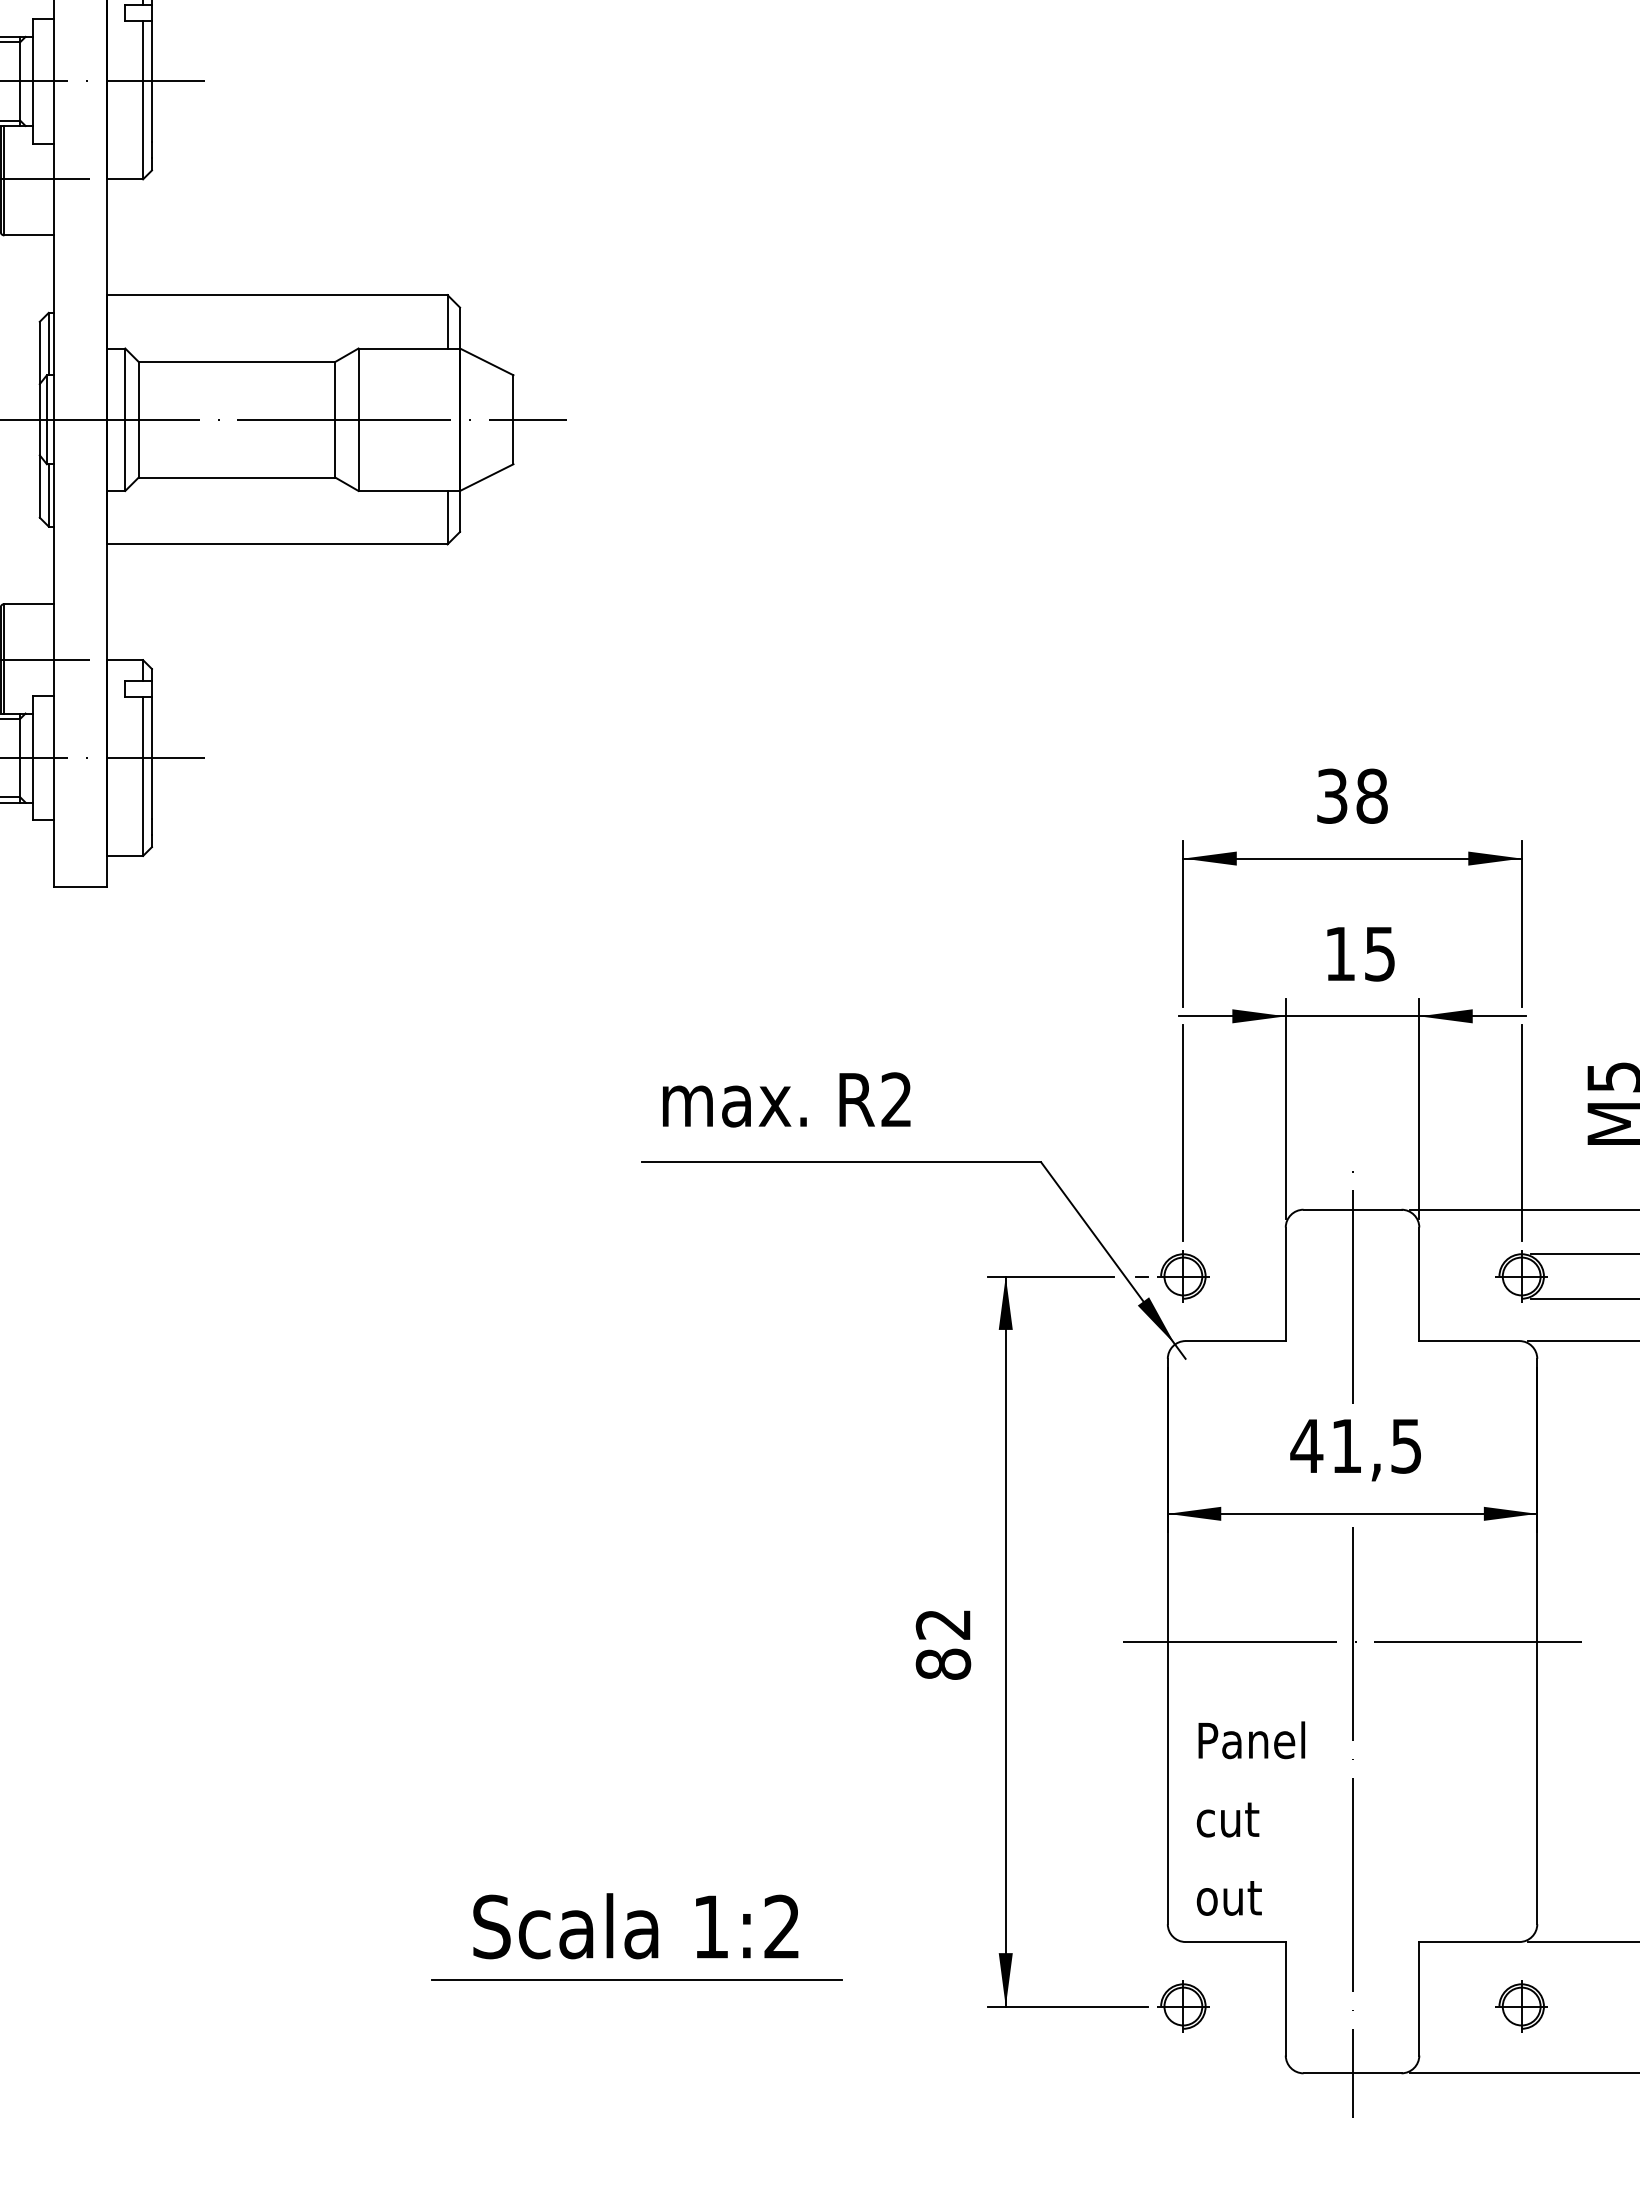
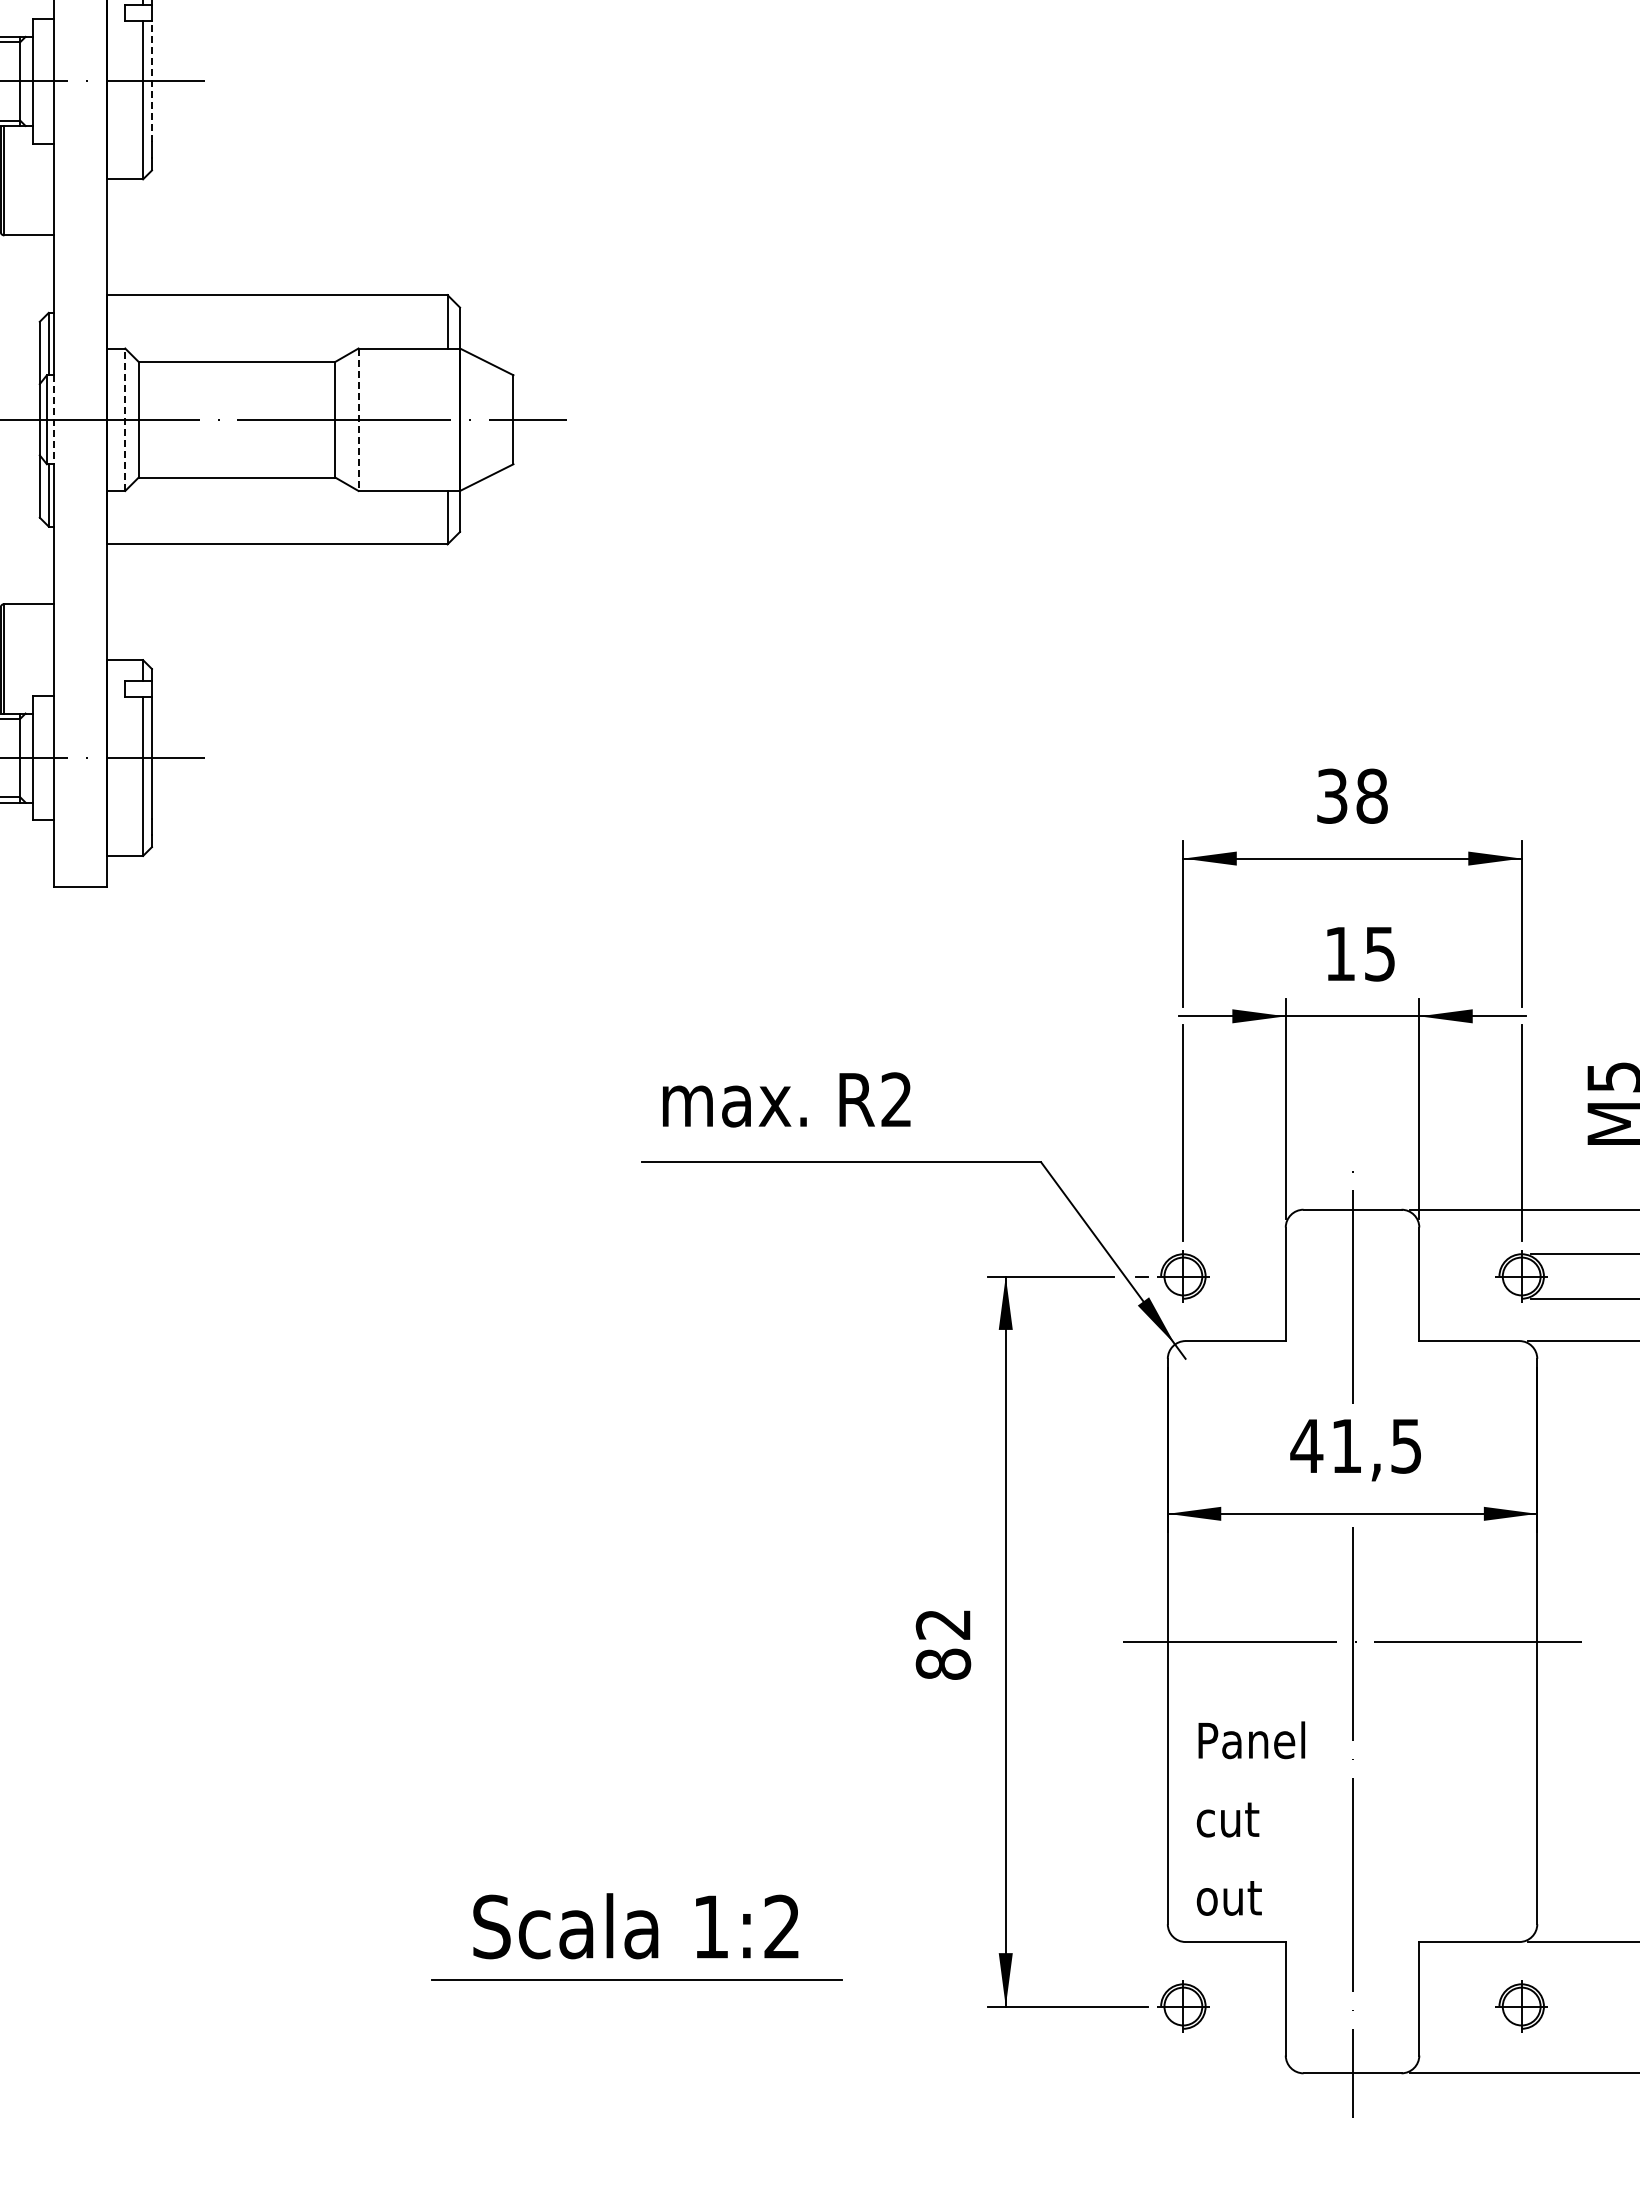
line at (152, 81): solid -> dashed
line at (45, 179): present -> none
line at (54, 419): solid -> dashed
line at (125, 419): solid -> dashed
line at (358, 420): solid -> dashed
line at (45, 660): present -> none
